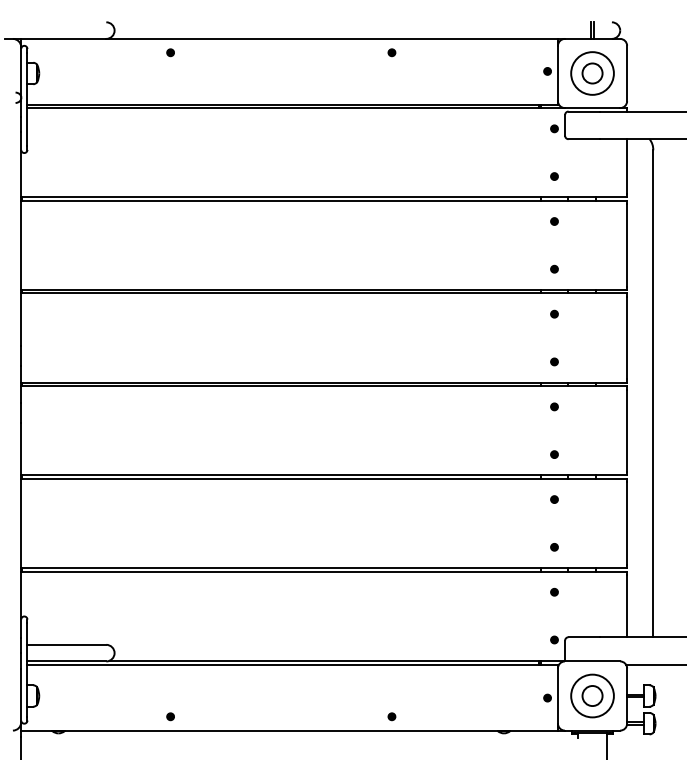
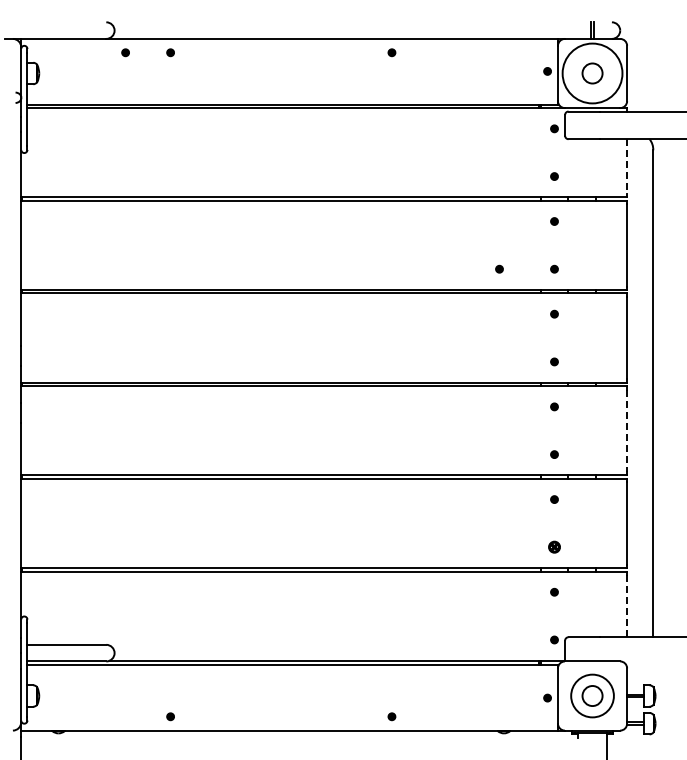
part at (125, 52): none -> present
circle at (592, 73) diameter: 43 px -> 60 px
line at (627, 167): solid -> dashed
part at (499, 268): none -> present
line at (627, 431): solid -> dashed
part at (554, 547) size: 9x9 px -> 13x14 px
line at (627, 606): solid -> dashed
line at (654, 664): present -> none
